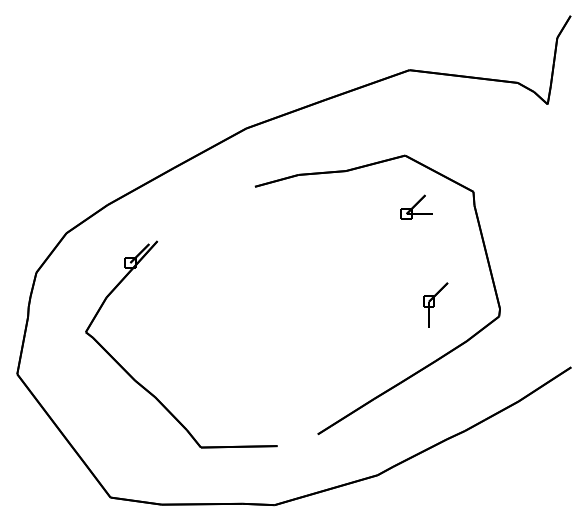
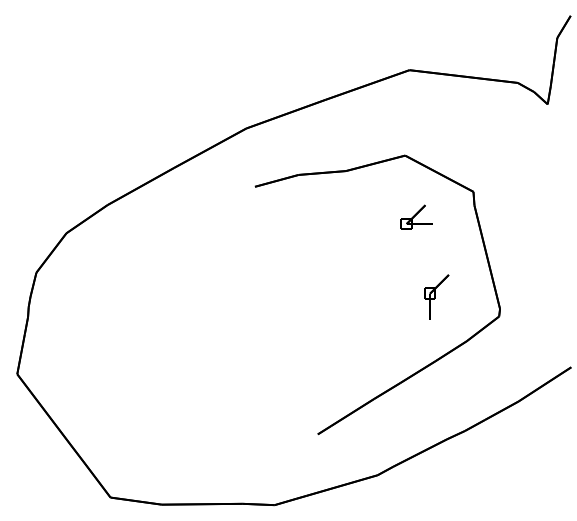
part at (416, 206) position: (416, 206) -> (416, 216)
part at (435, 304) position: (435, 304) -> (436, 296)
part at (145, 387): present -> none
